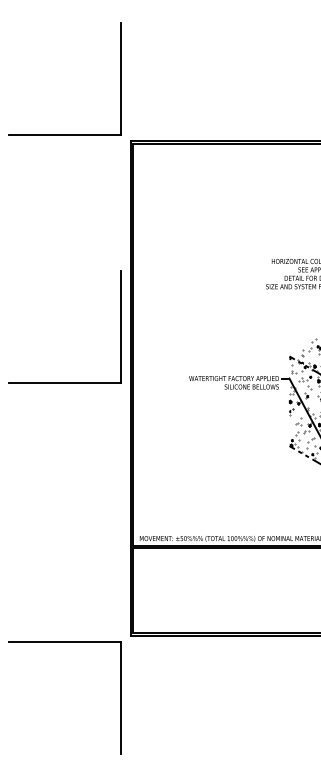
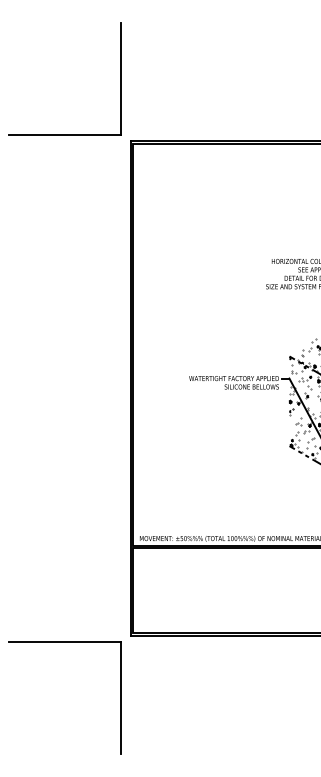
part at (120, 326): present -> none
